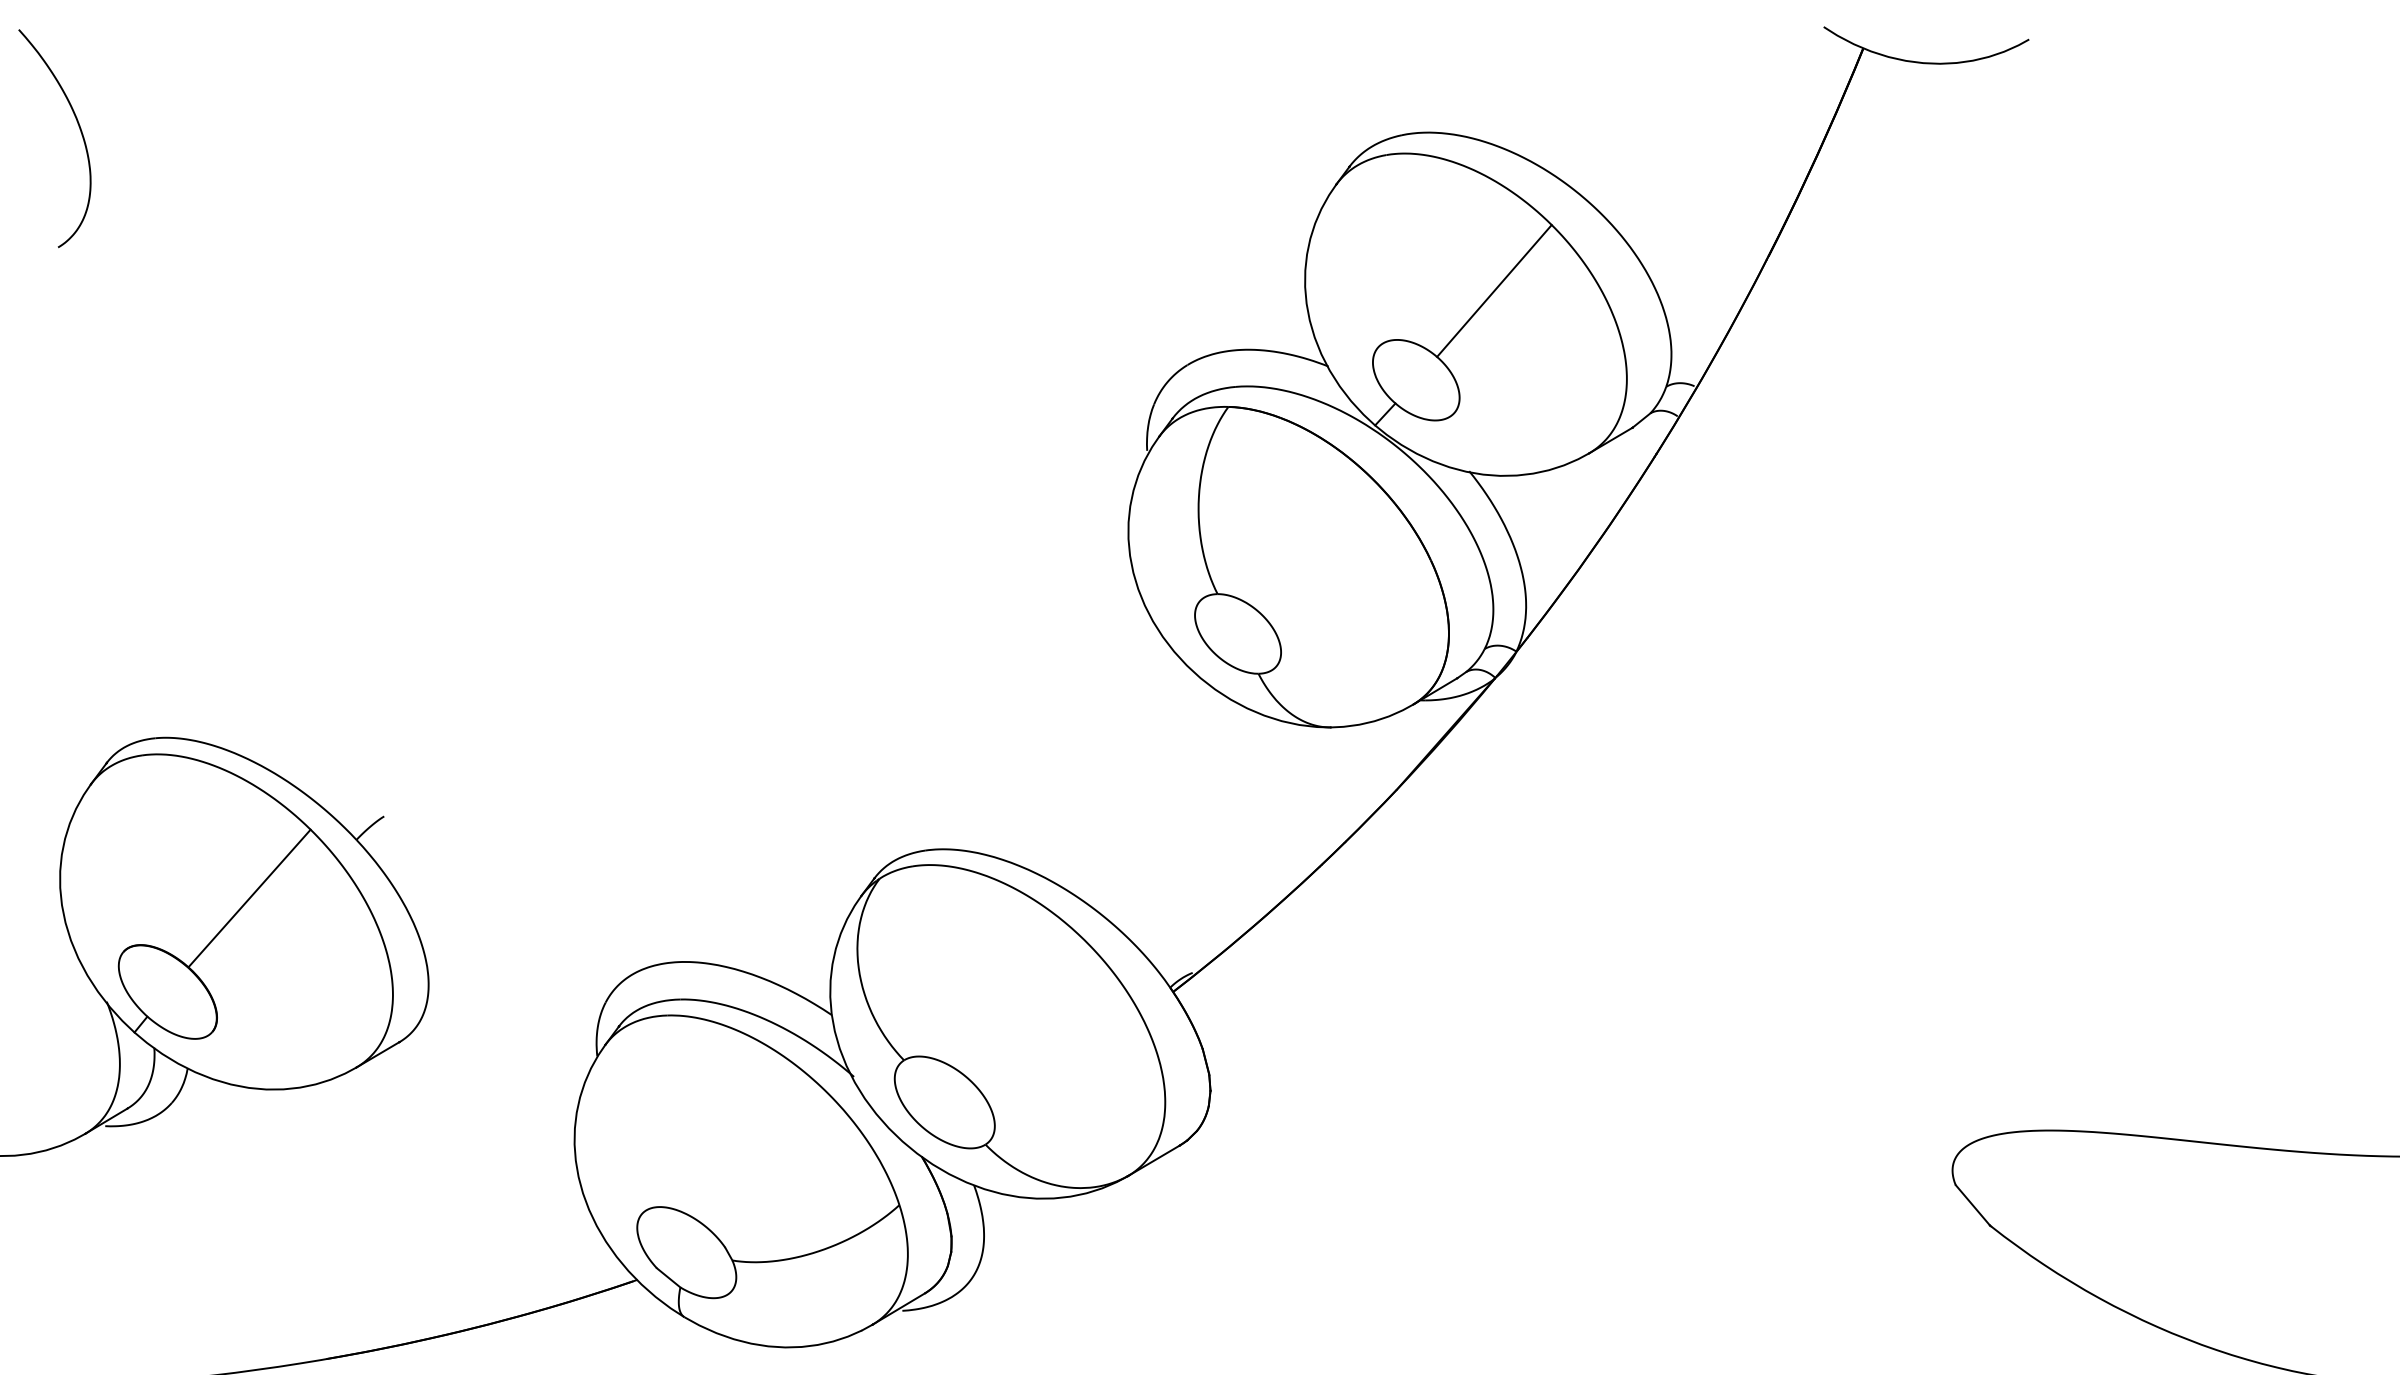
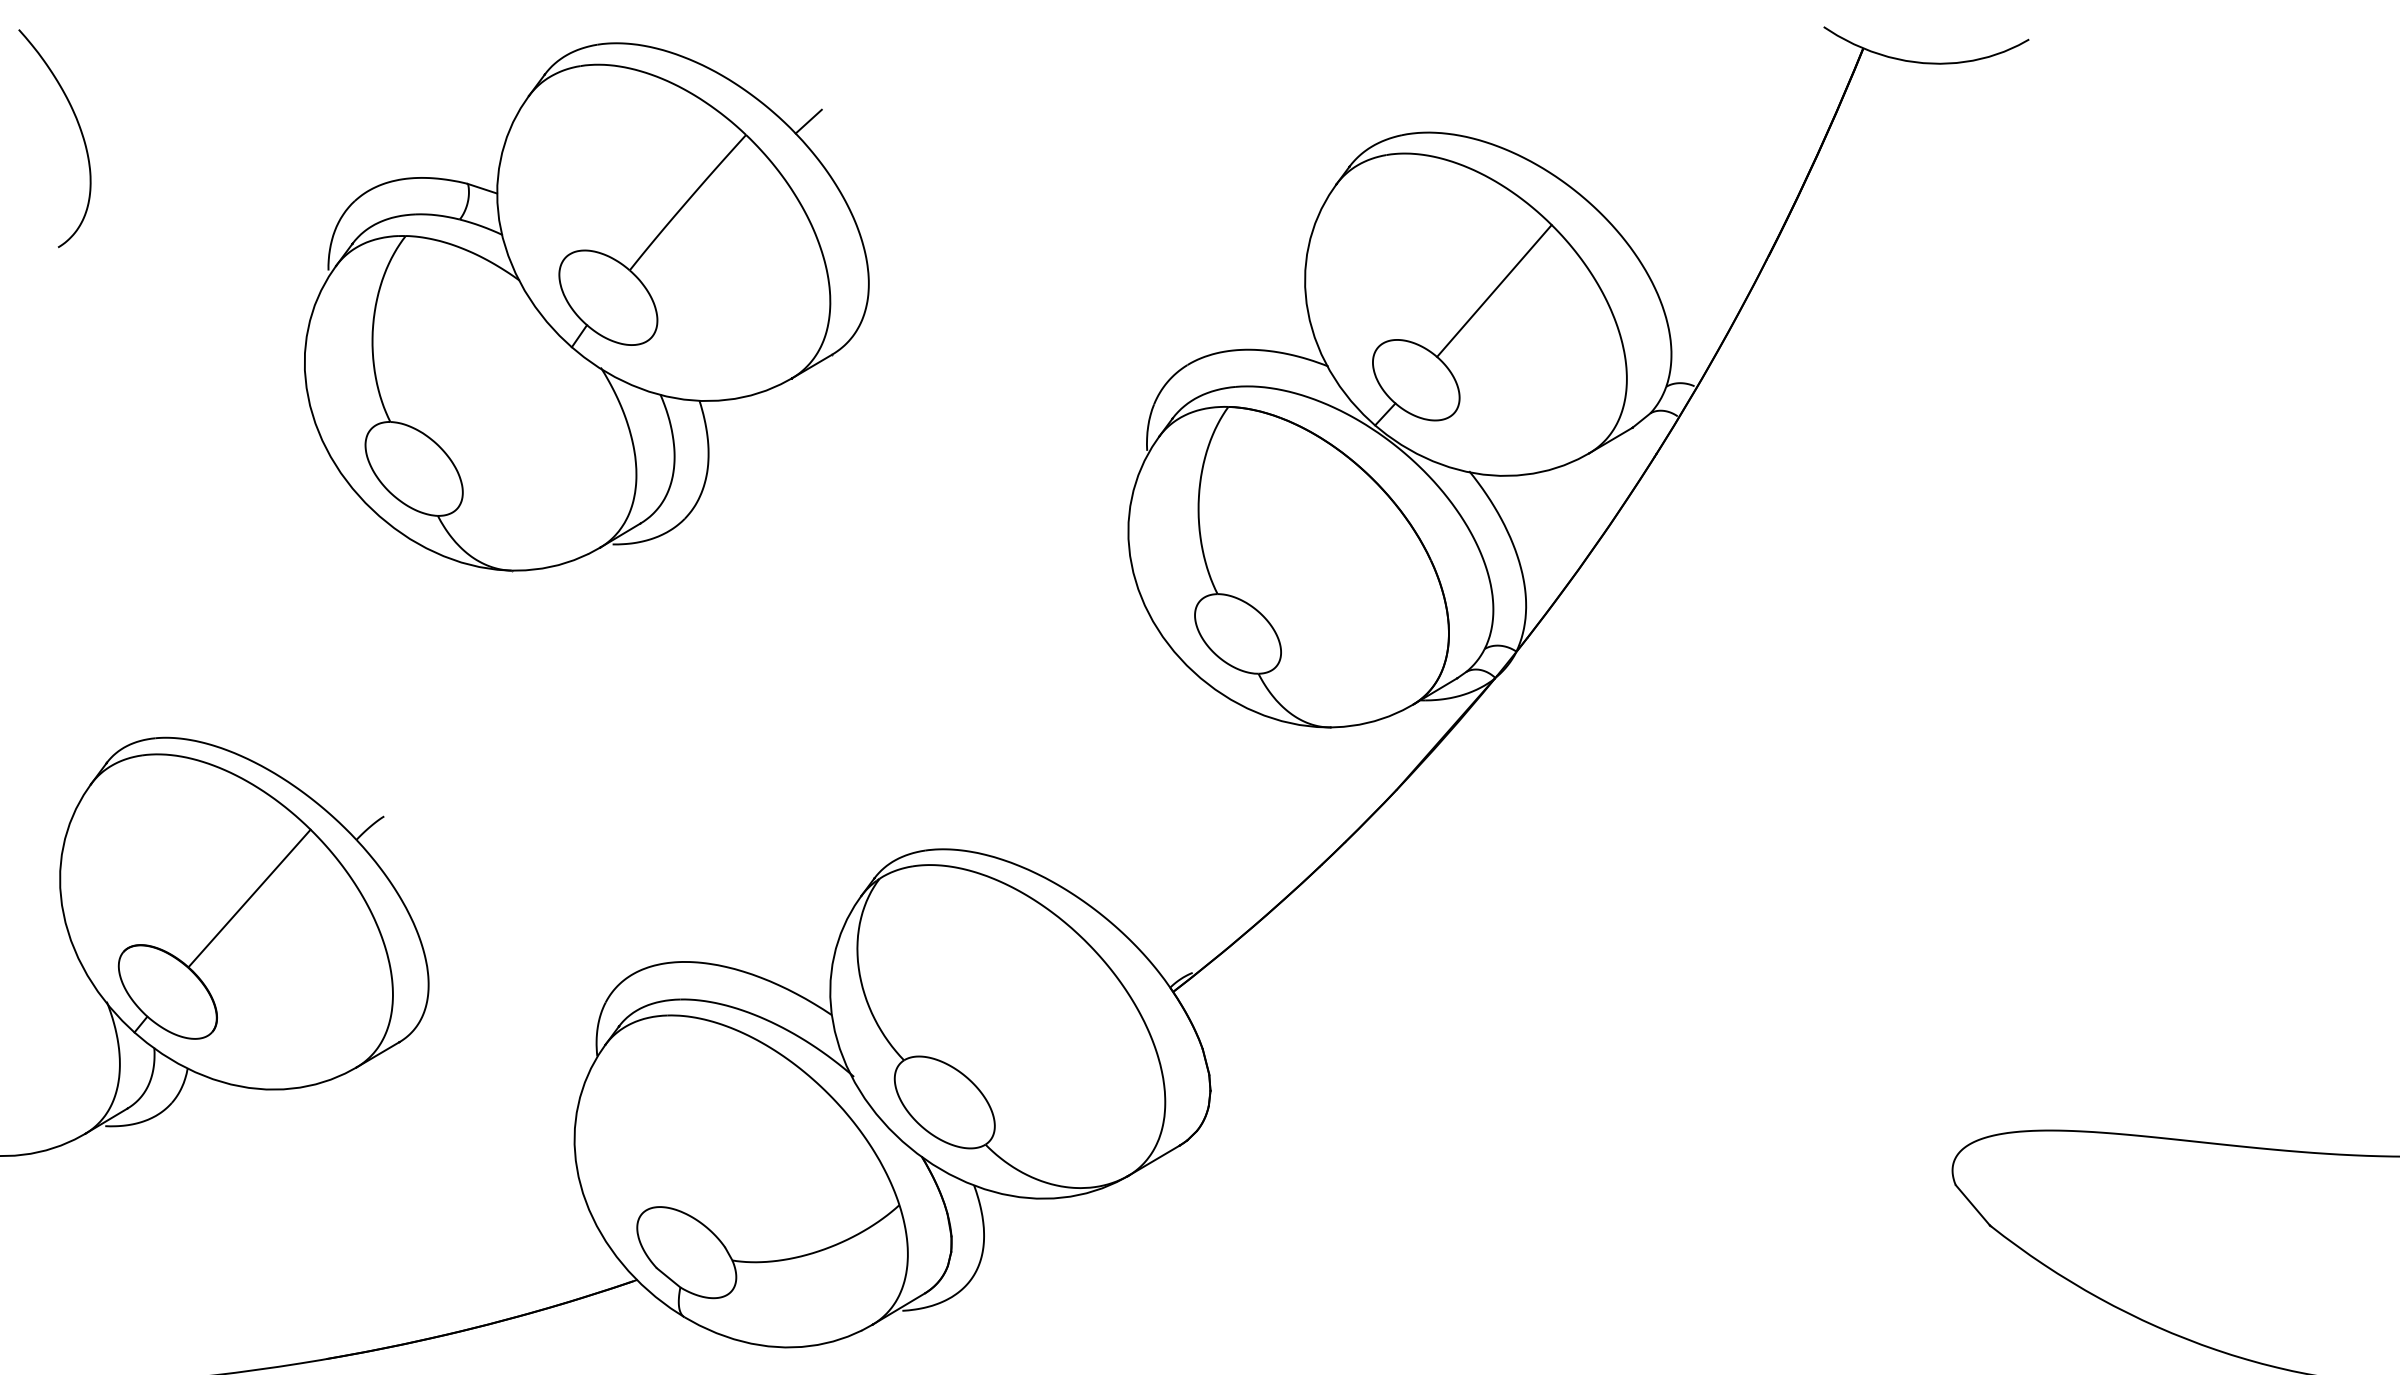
part at (586, 307): none -> present
